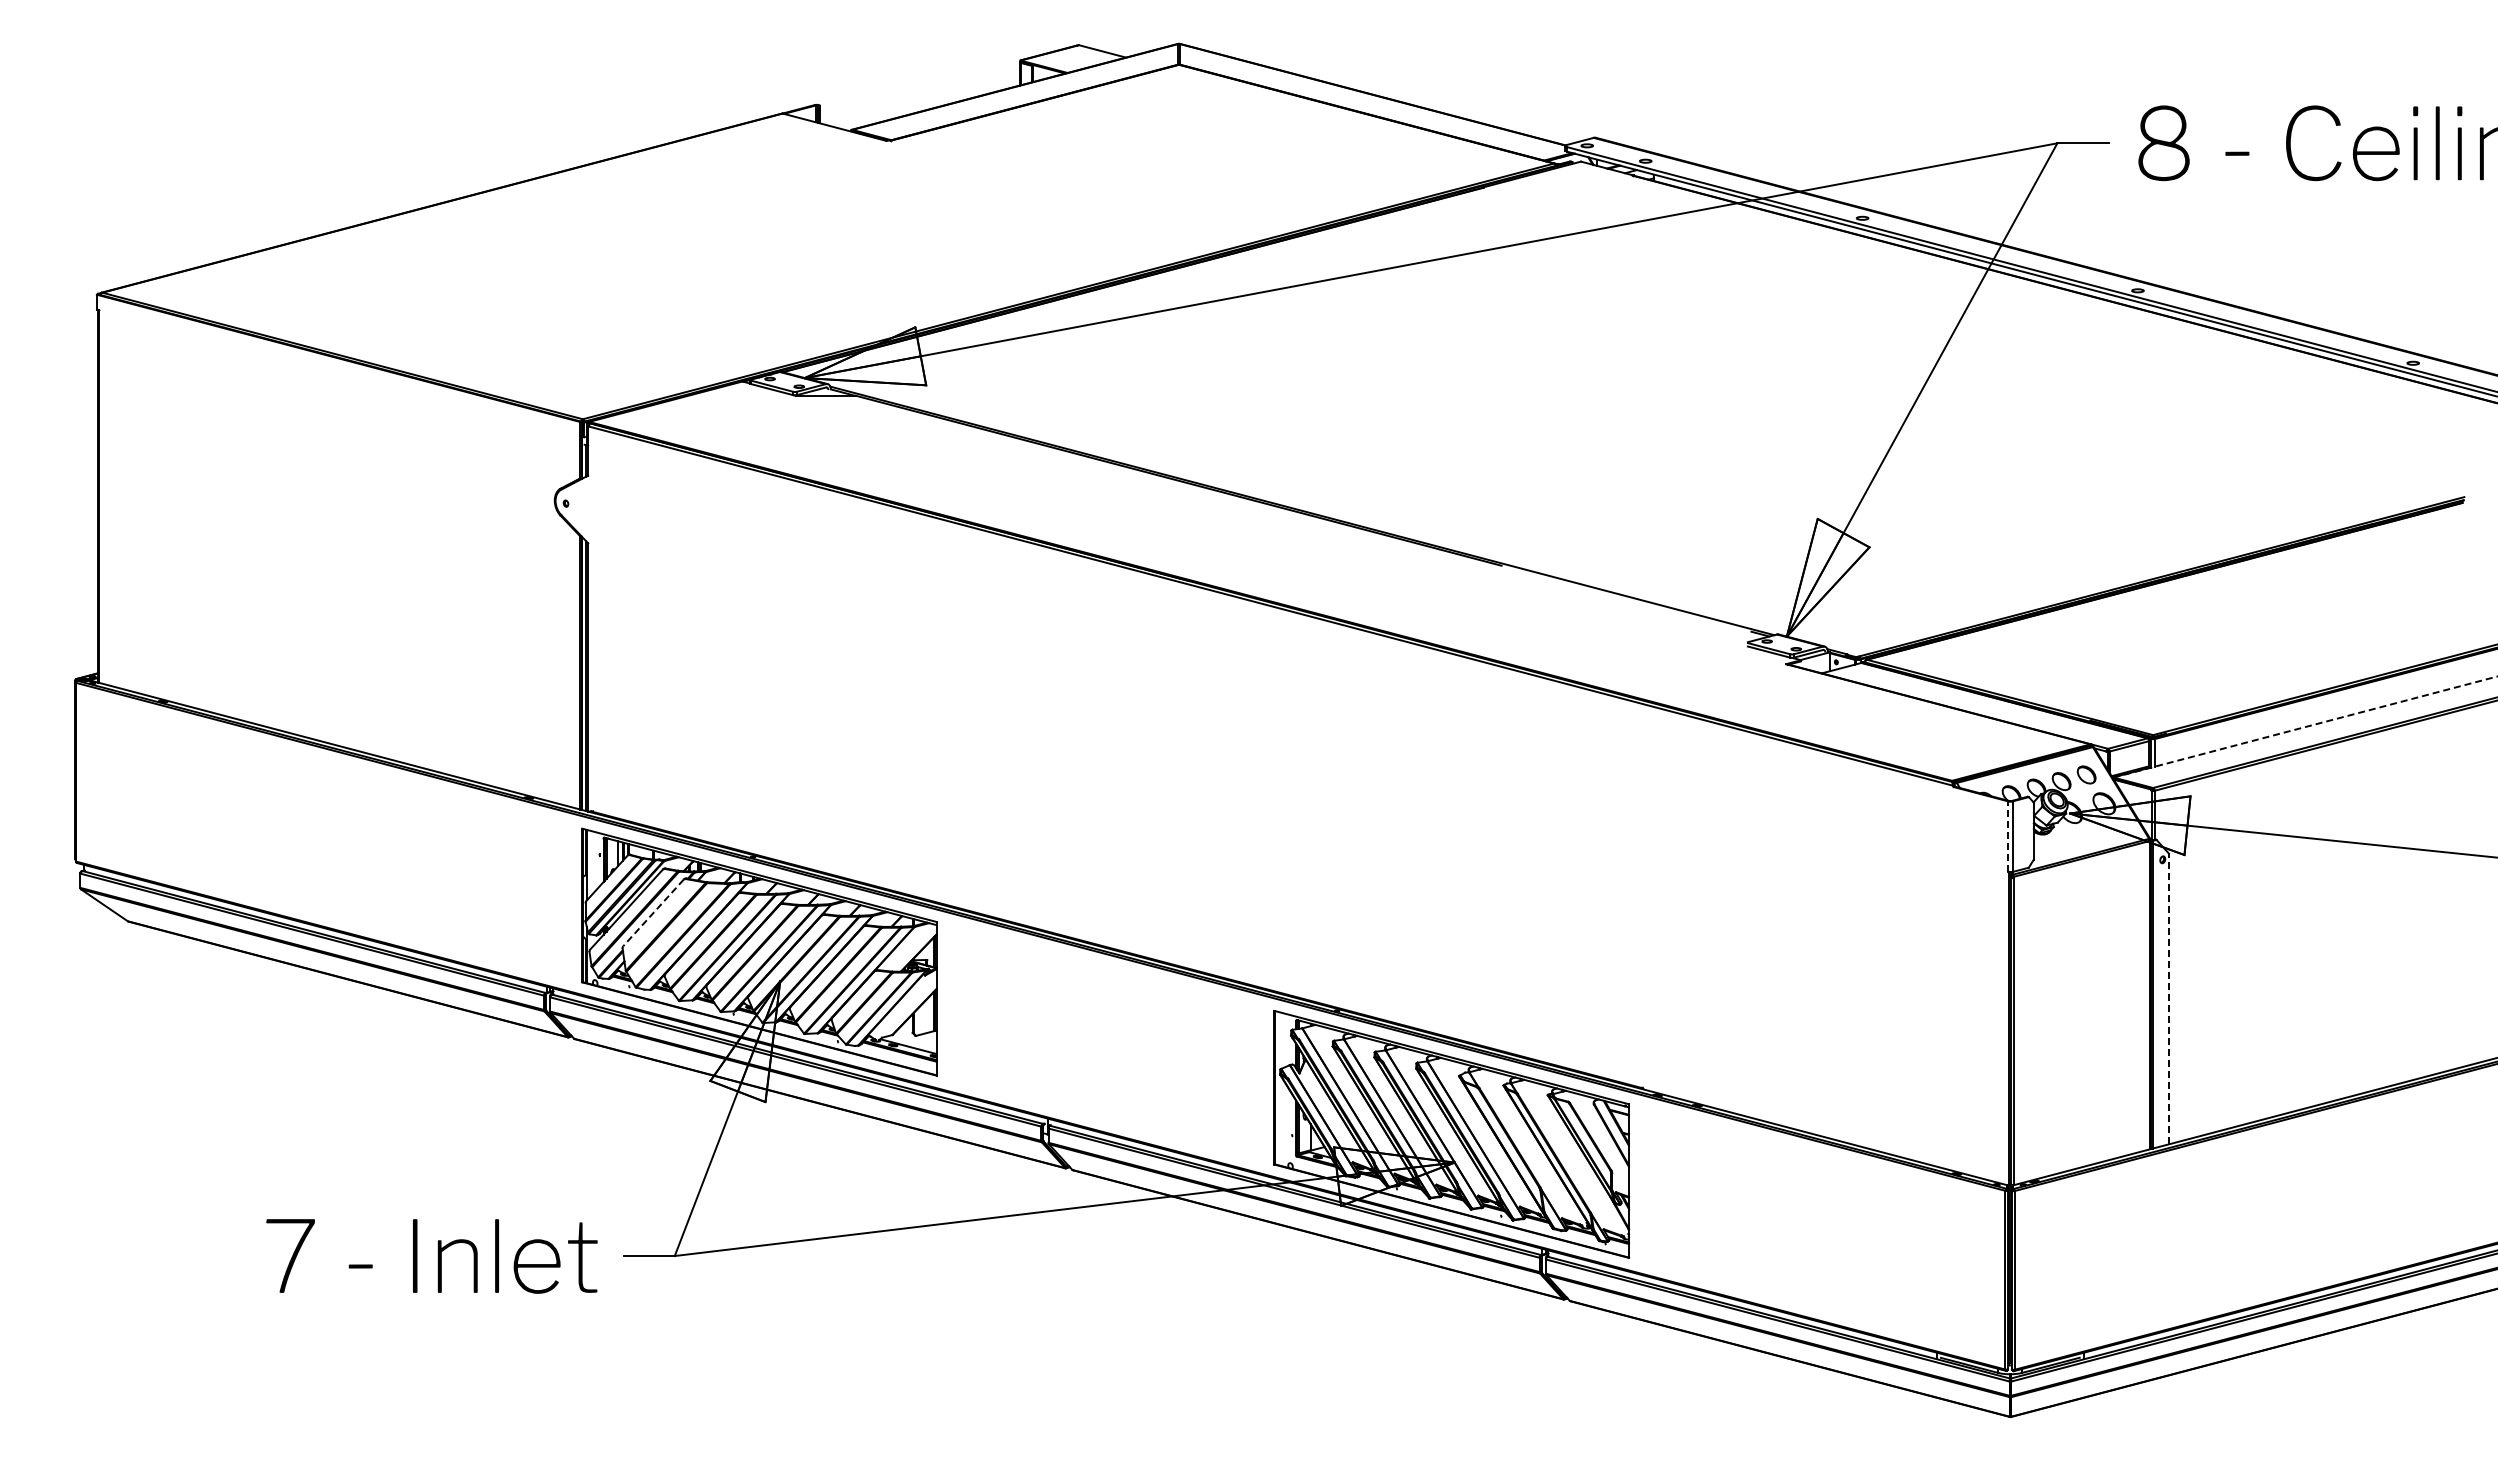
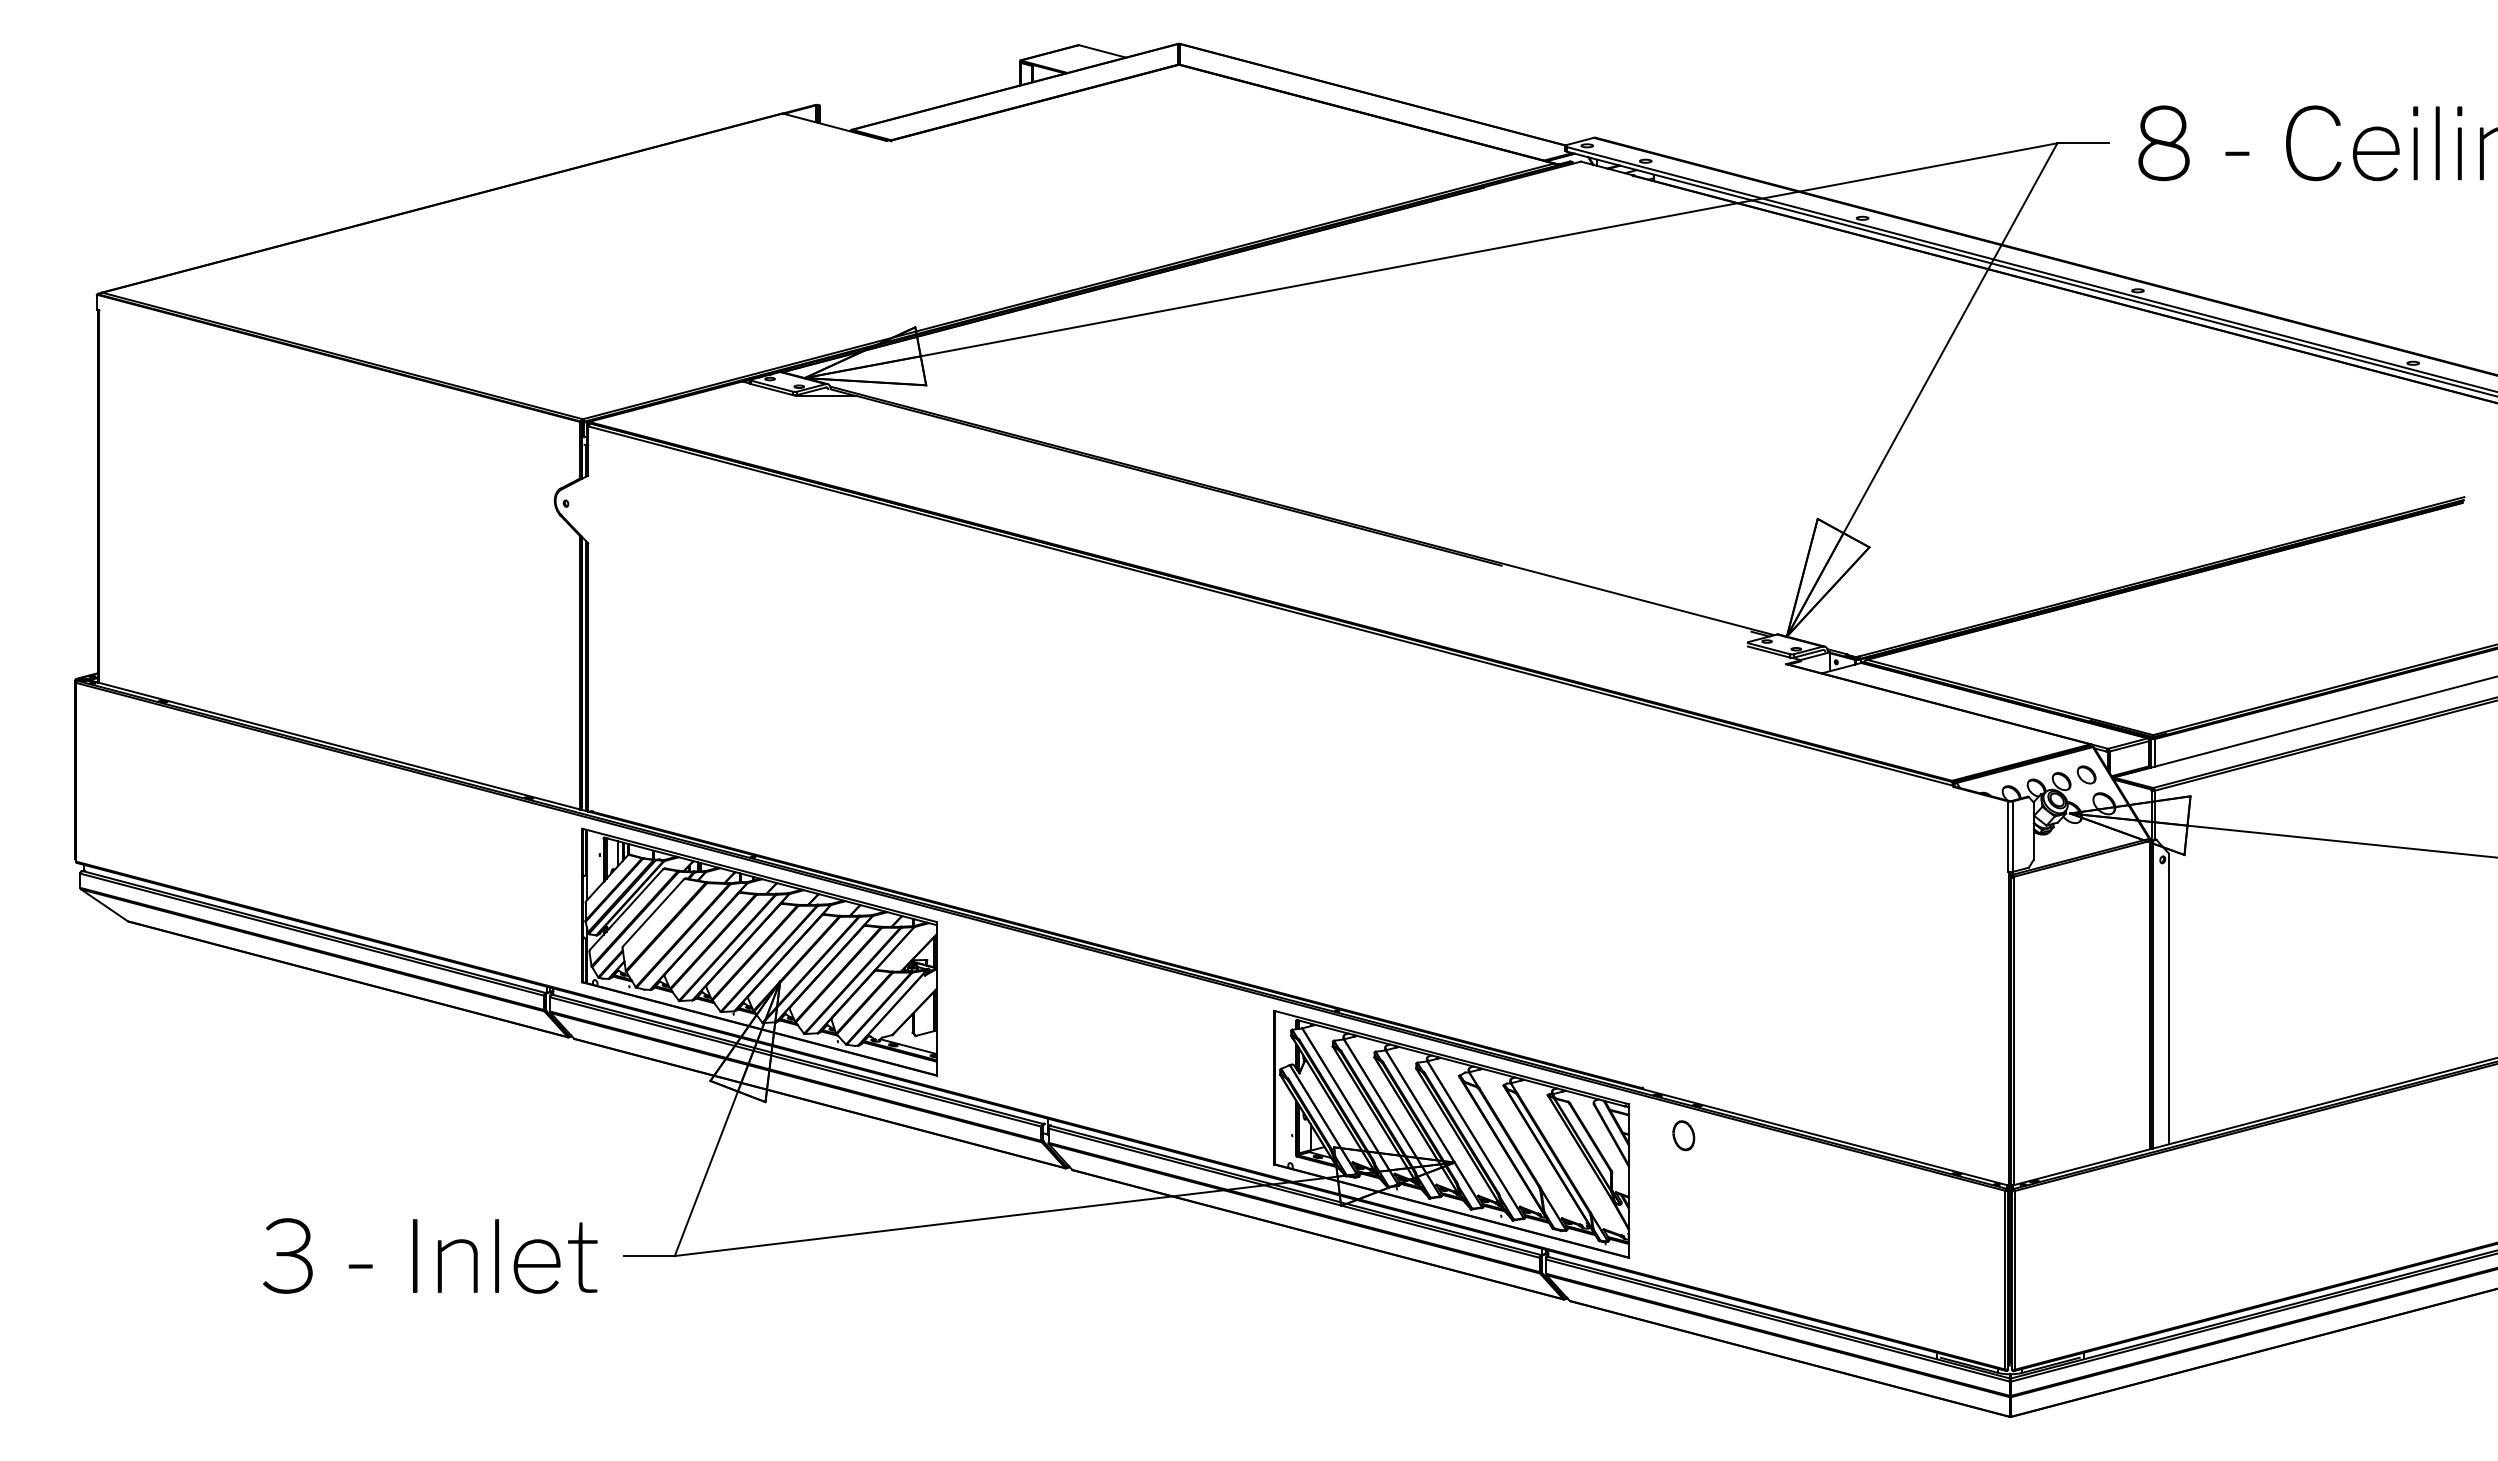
line at (2305, 726): dashed -> solid
line at (2008, 836): dashed -> solid
line at (653, 913): dashed -> solid
line at (2169, 998): dashed -> solid
part at (1683, 1135): none -> present
text at (288, 1255): 7 -> 3
